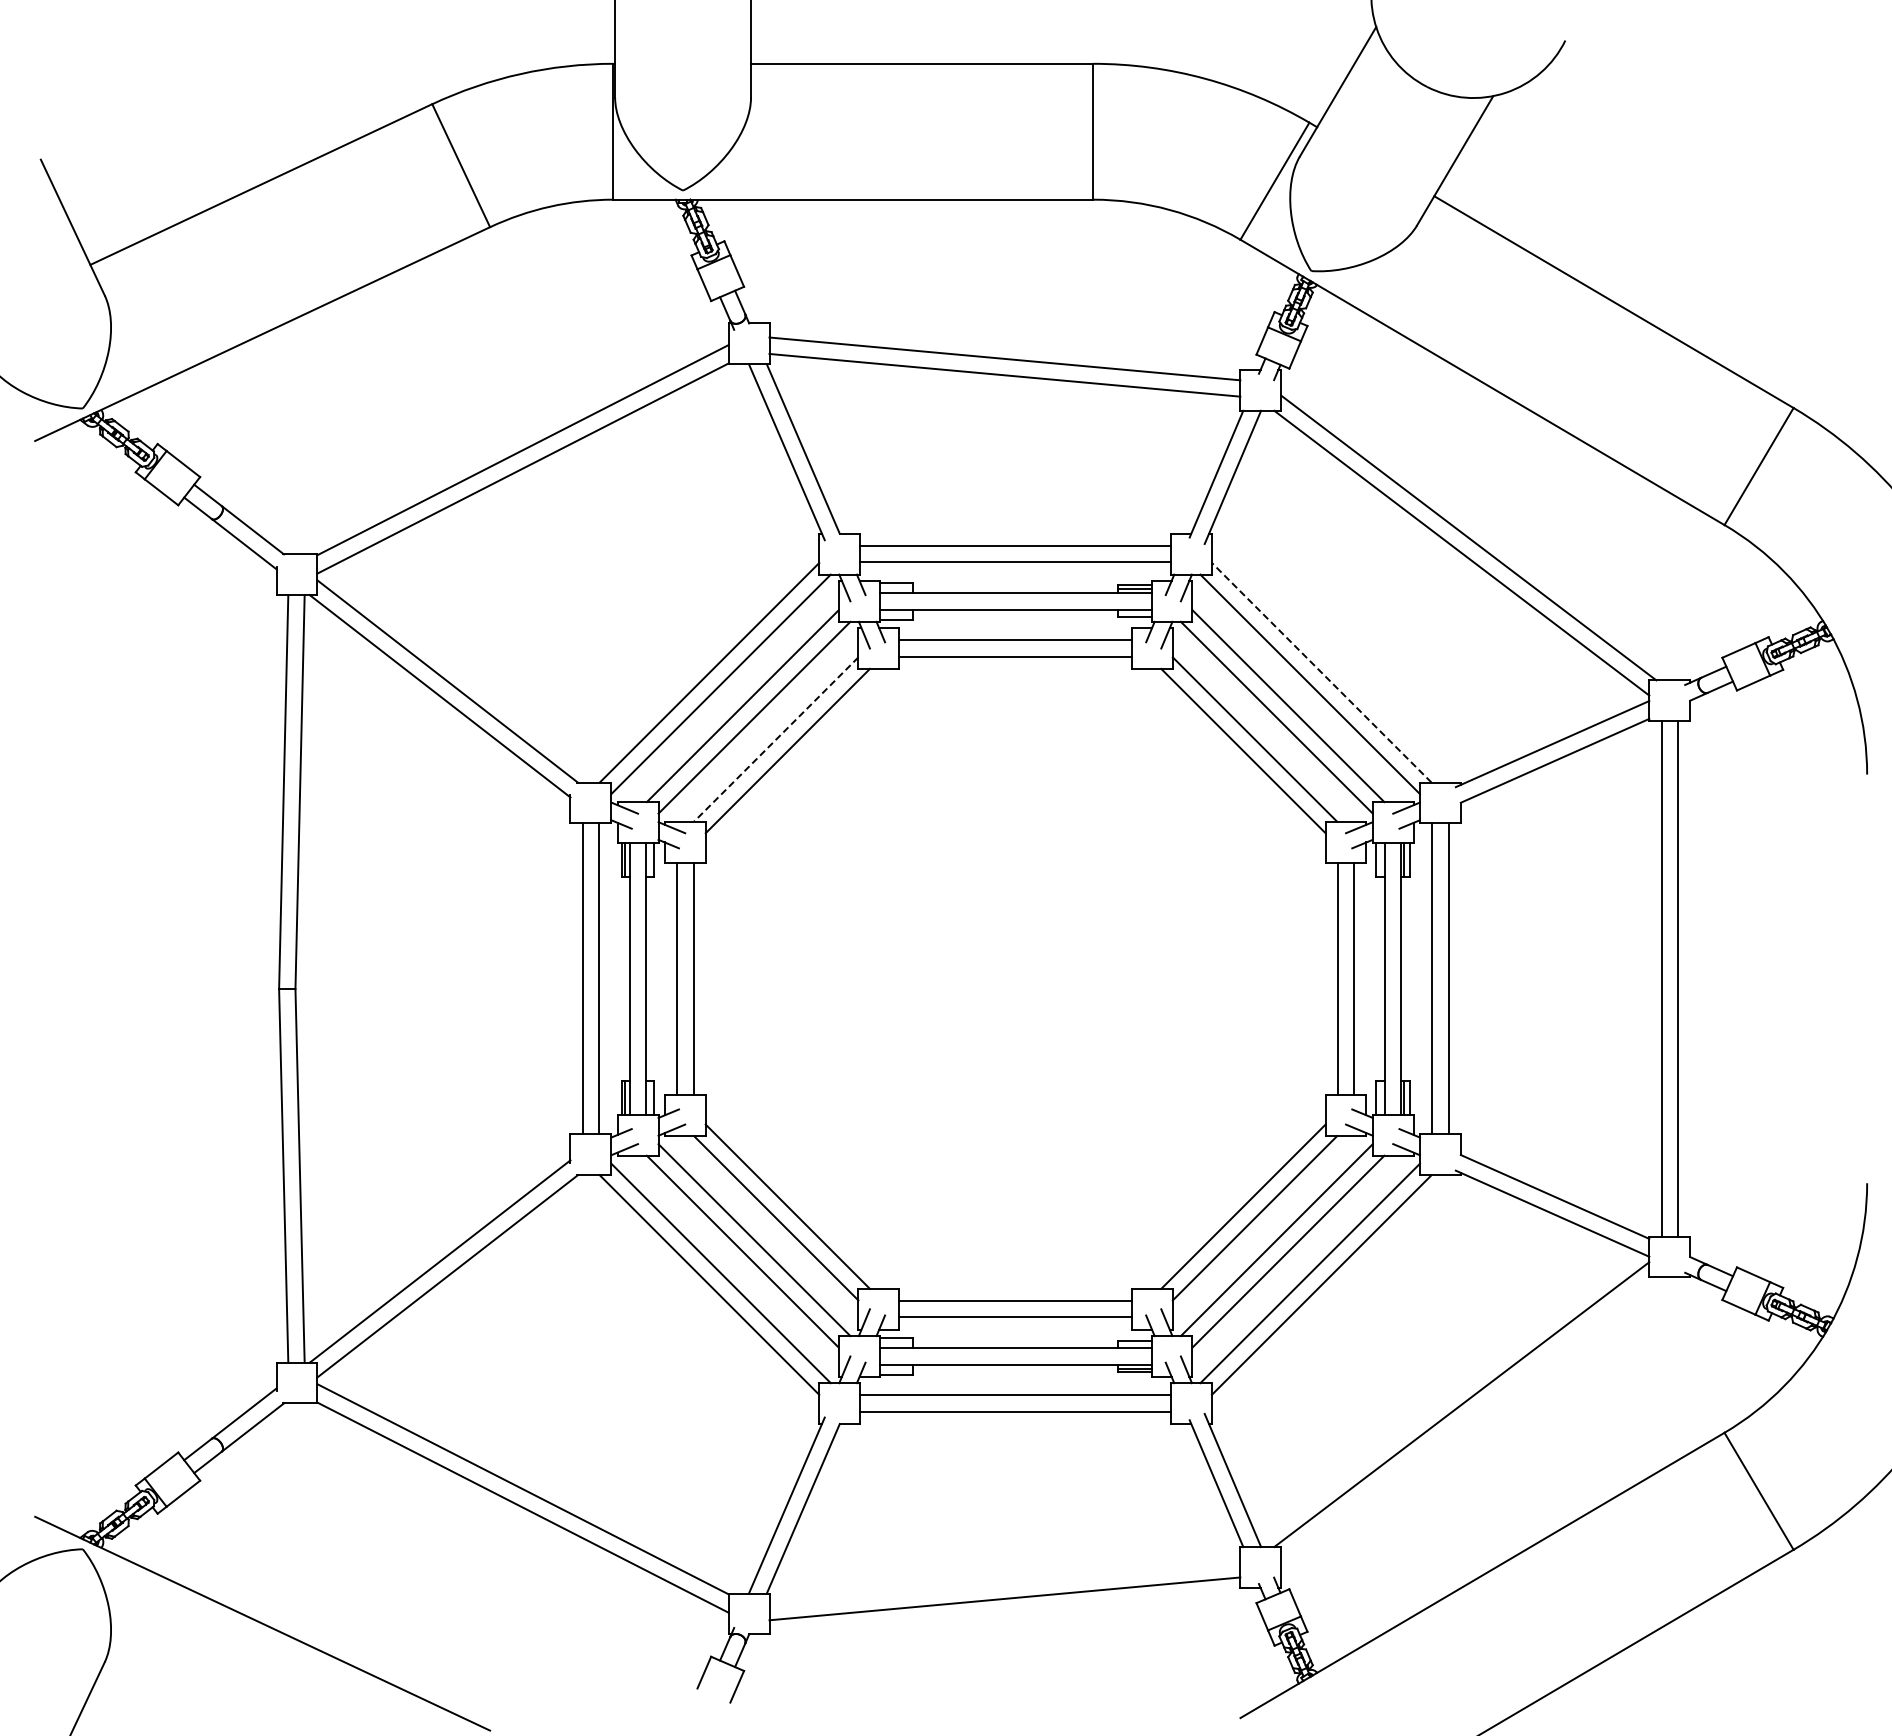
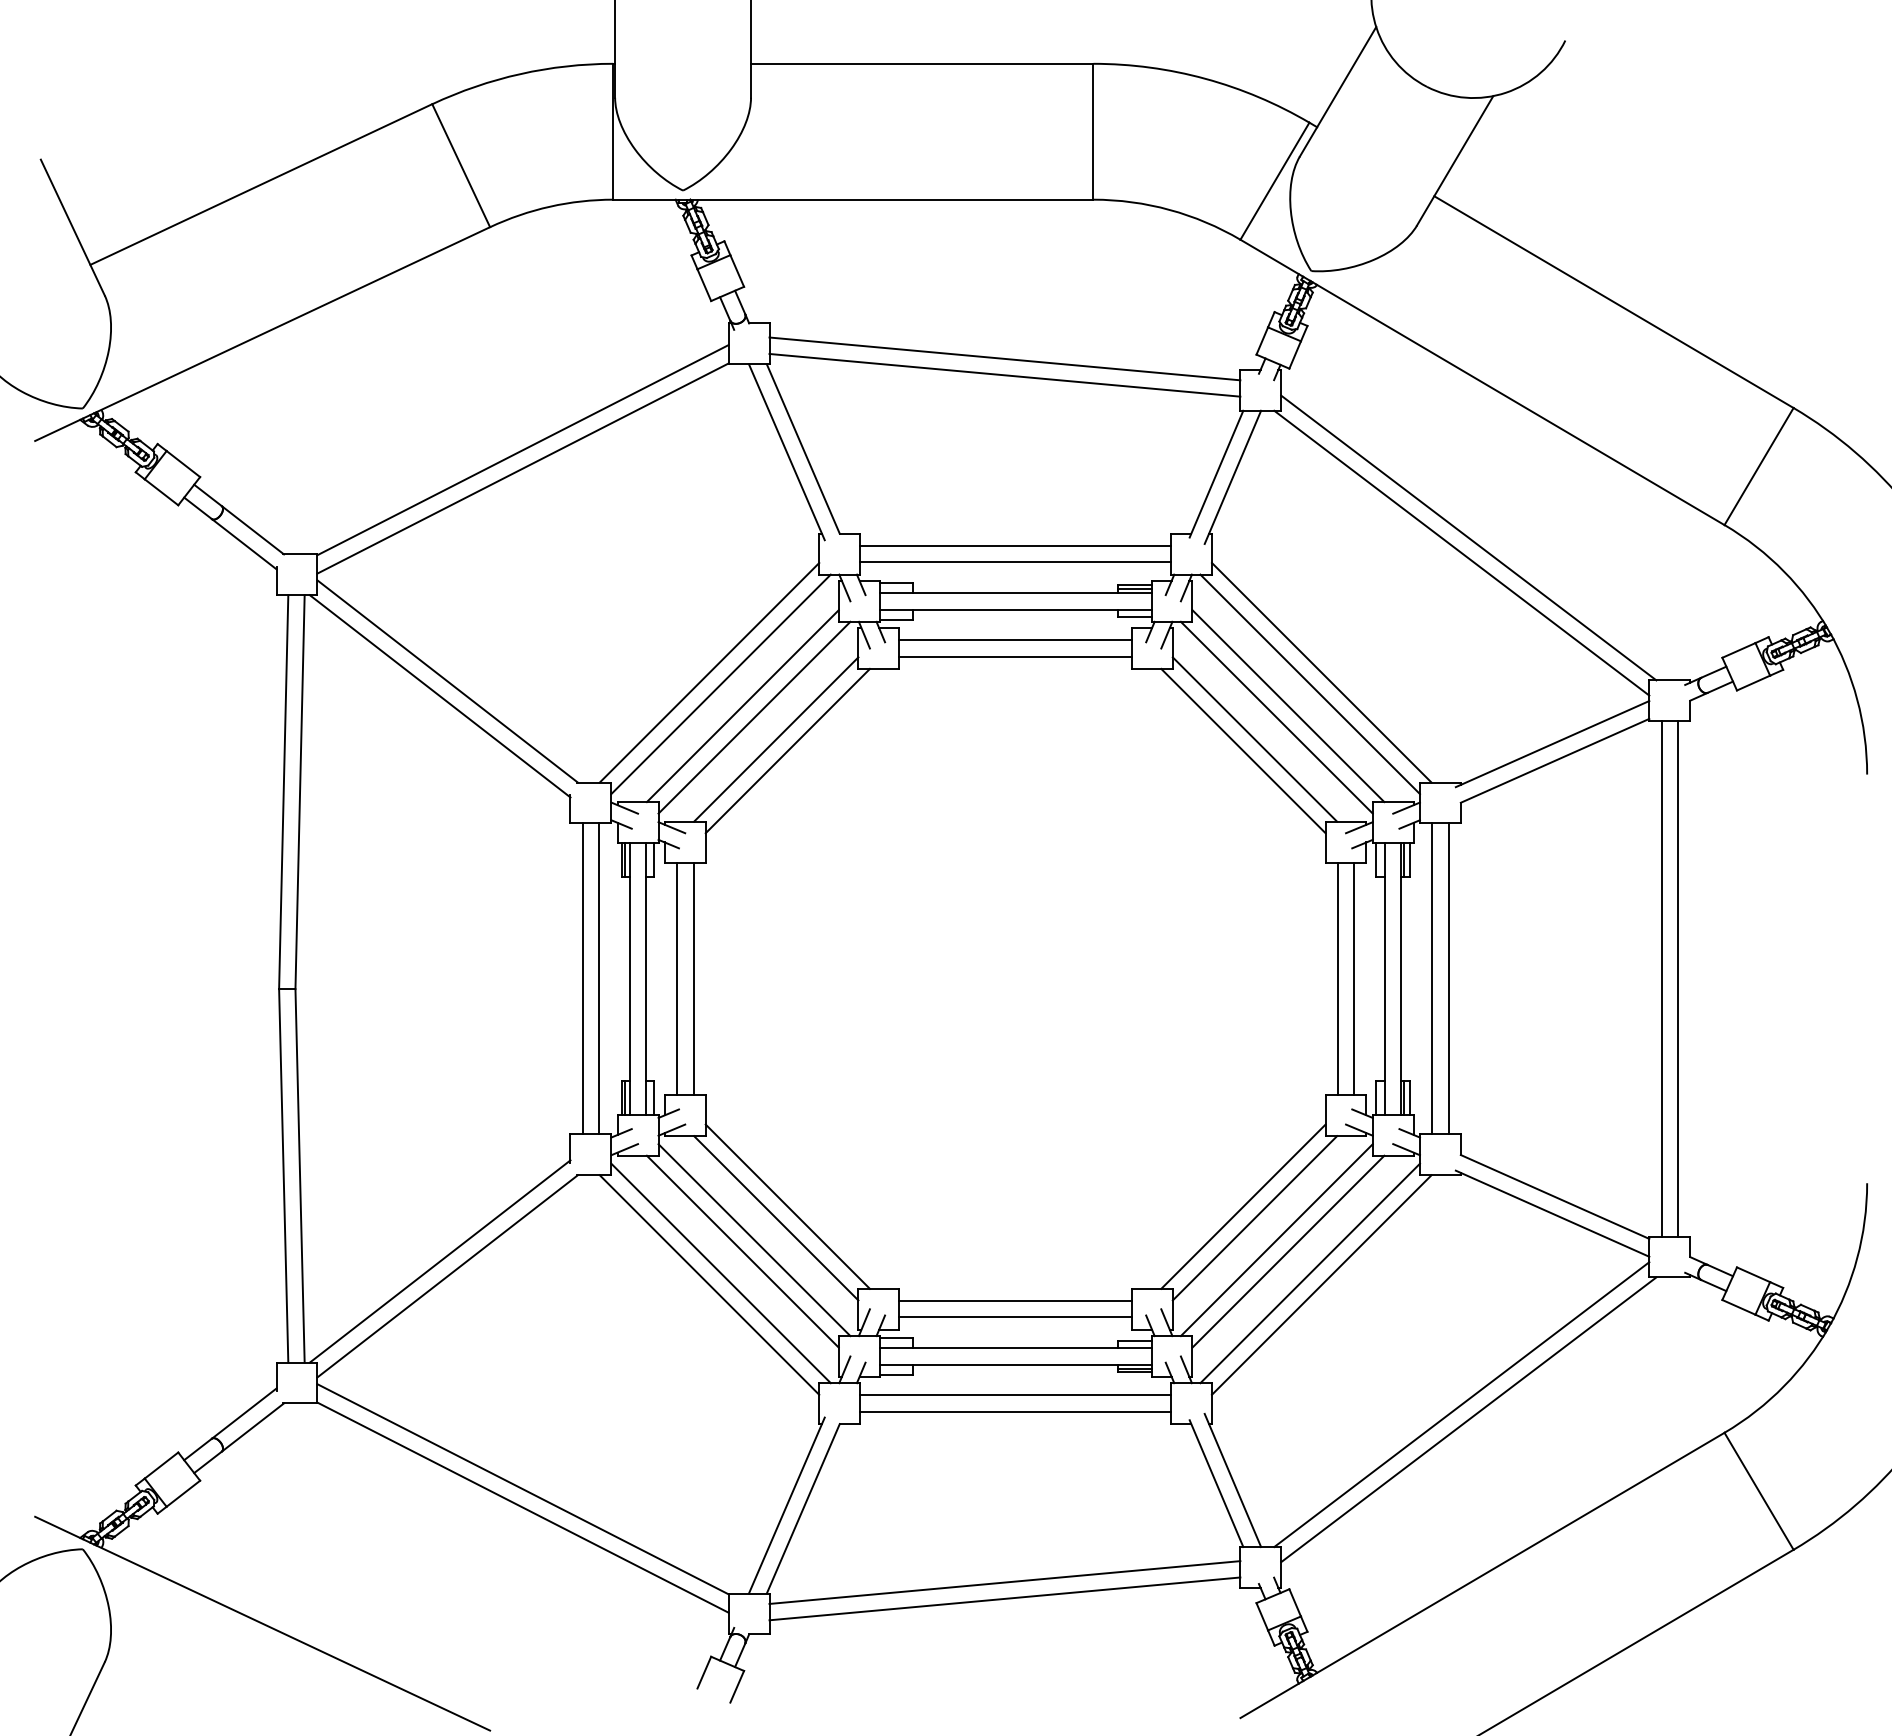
line at (1321, 672): dashed -> solid
line at (775, 739): dashed -> solid
line at (1468, 1419): none -> present
line at (1004, 1582): none -> present
